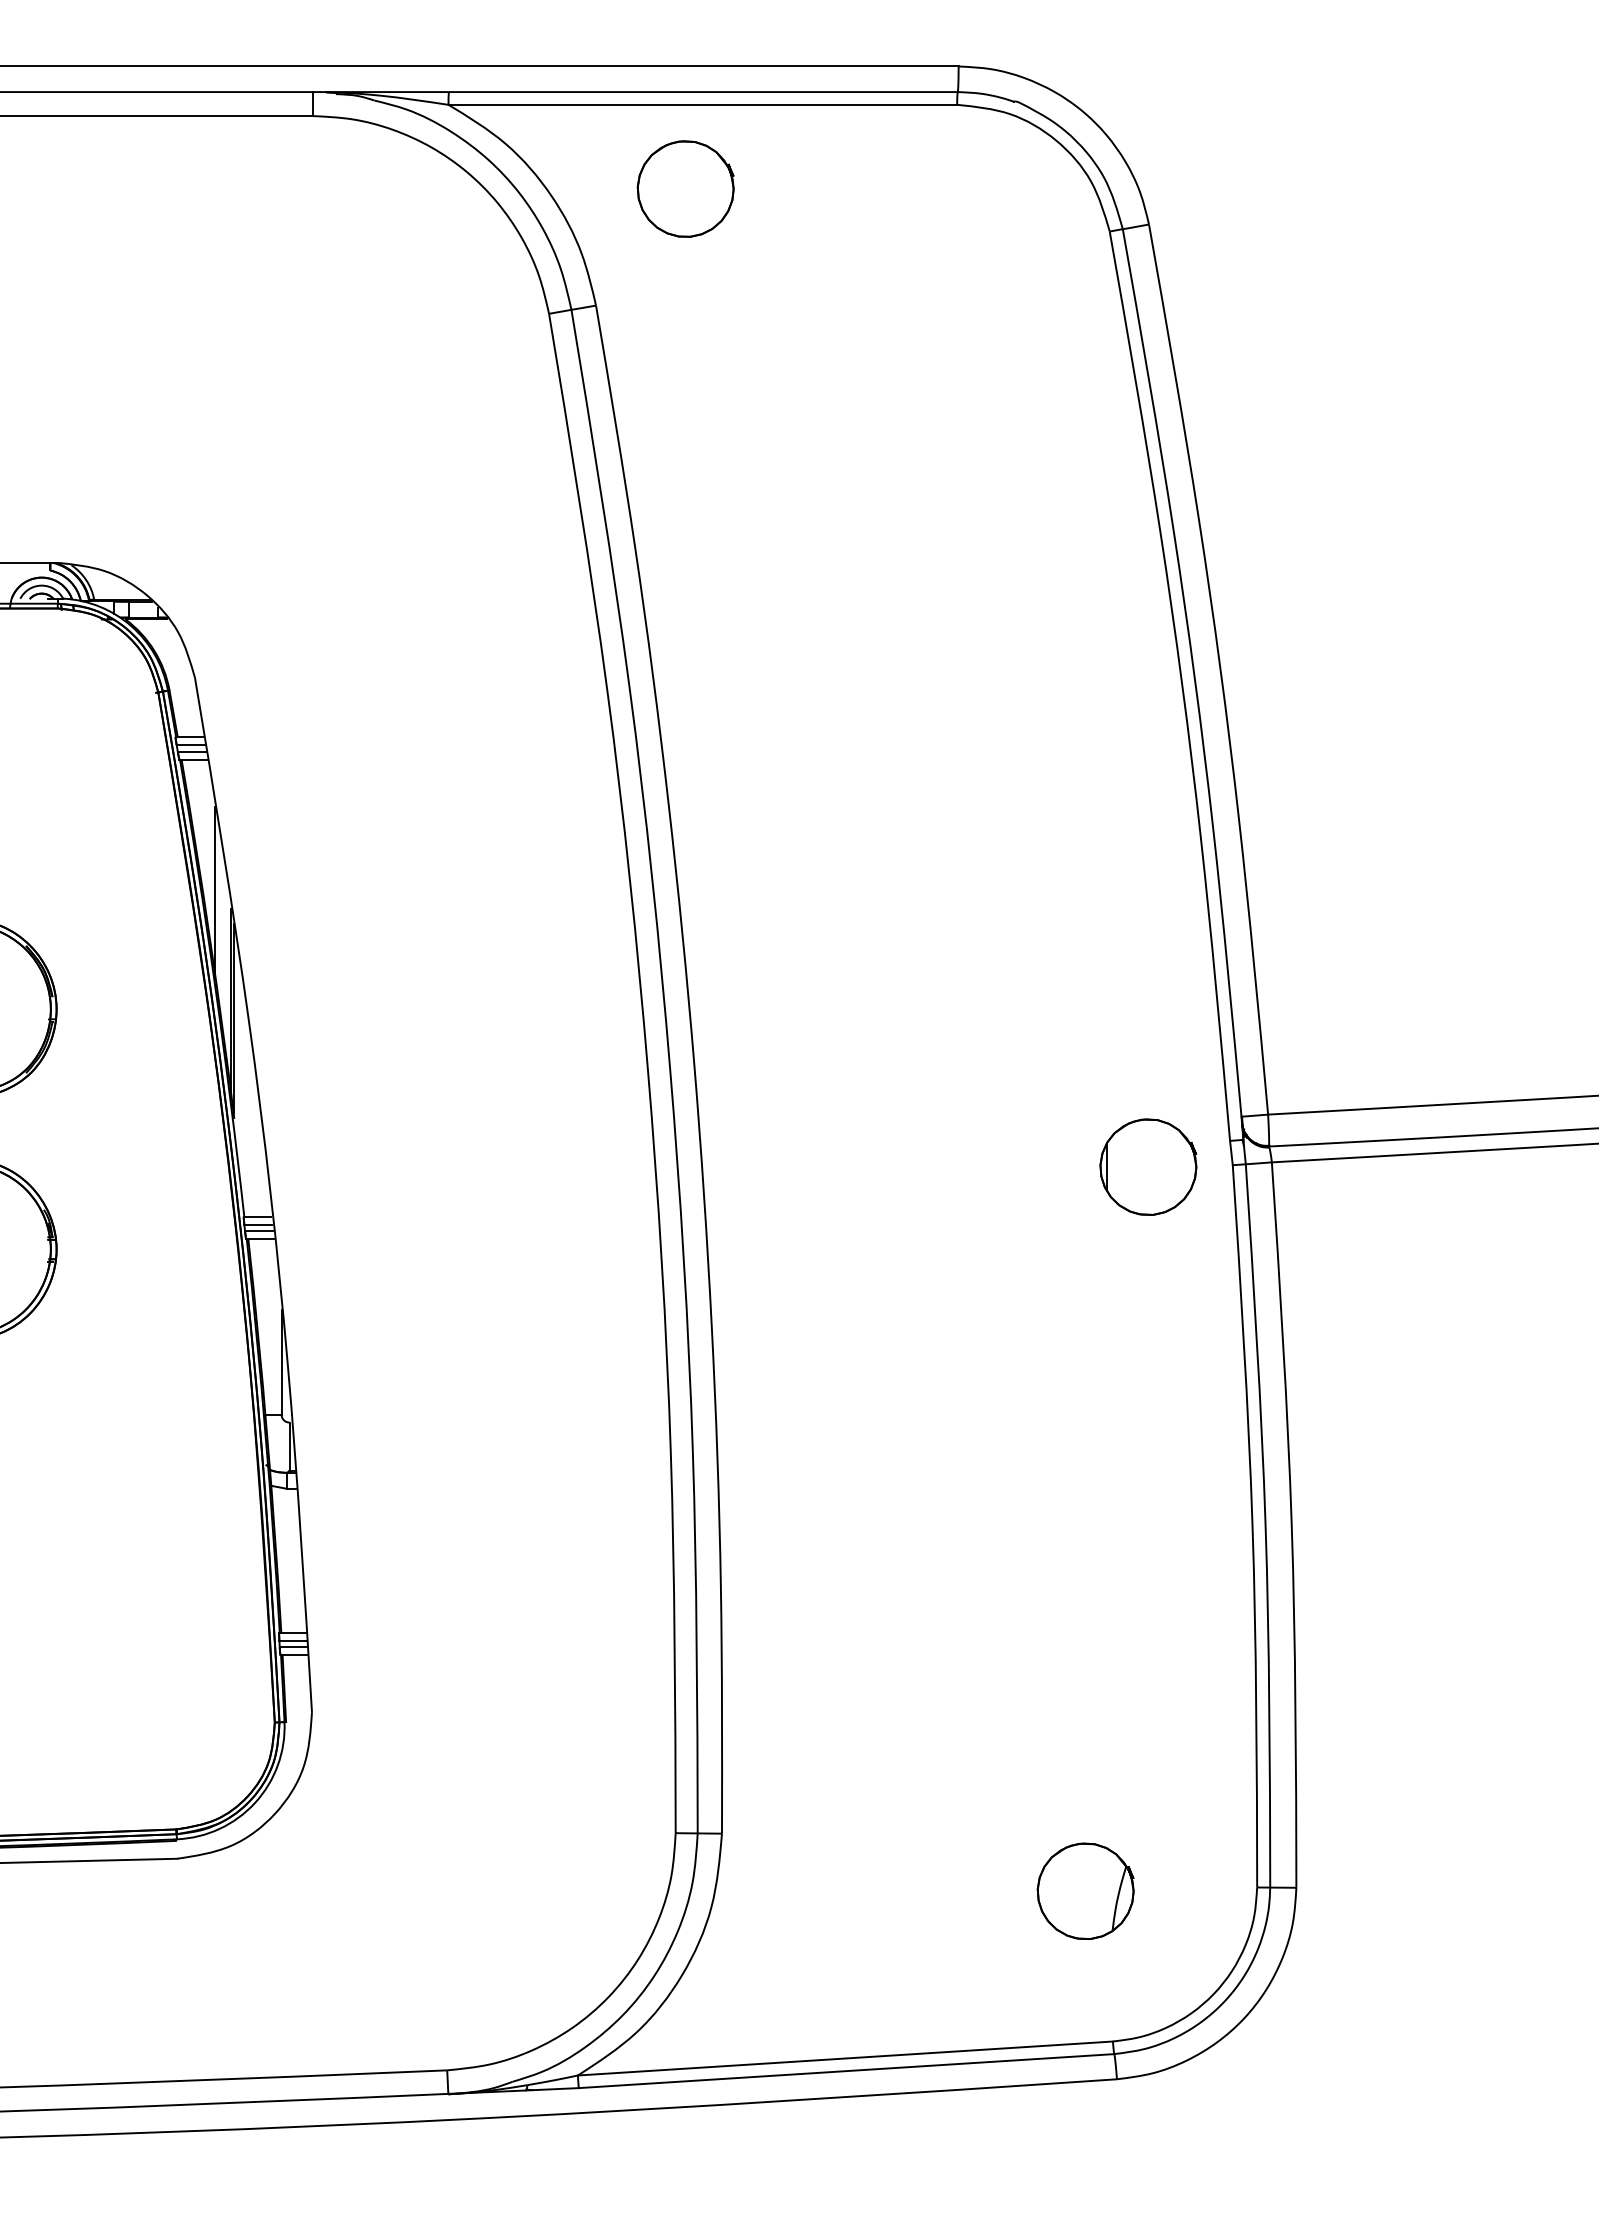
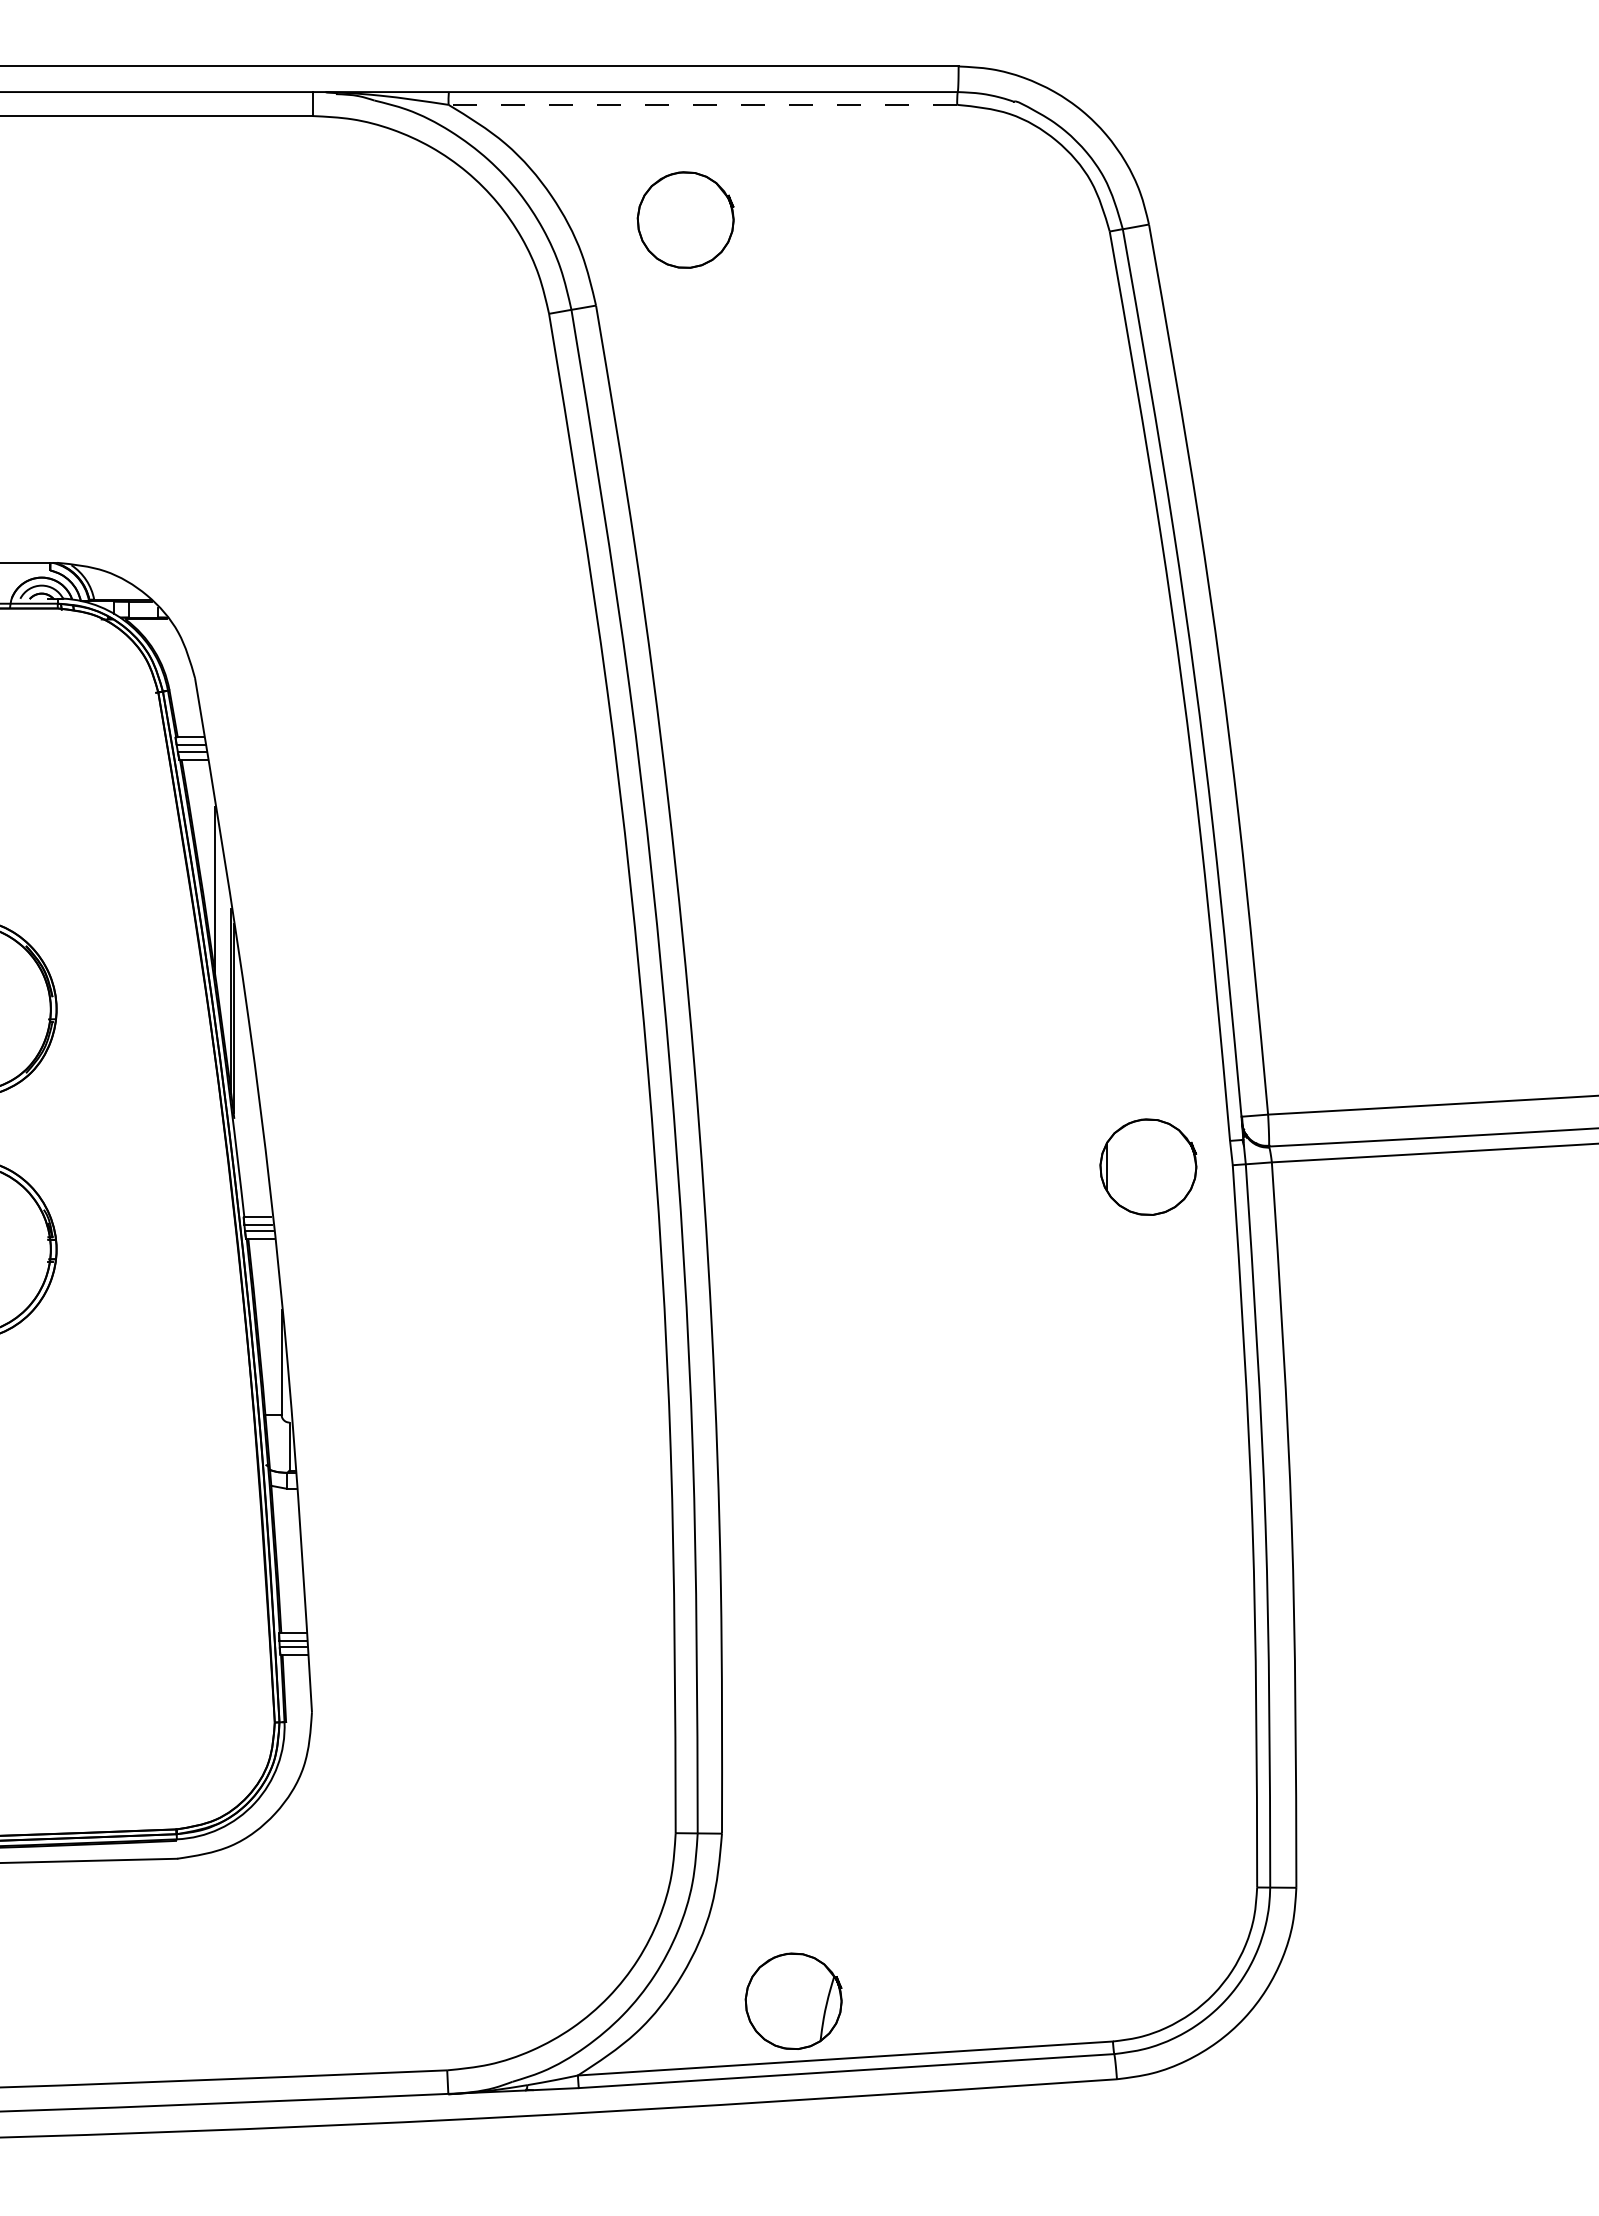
line at (702, 104): solid -> dashed
part at (685, 188) position: (685, 188) -> (685, 219)
part at (1085, 1890) position: (1085, 1890) -> (793, 2000)
